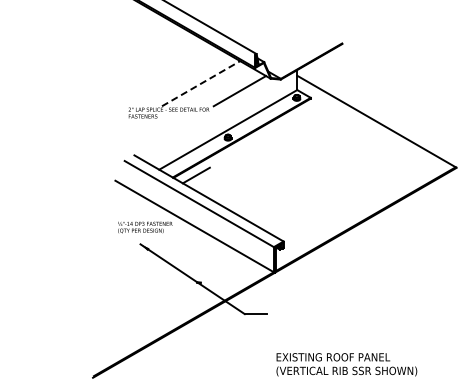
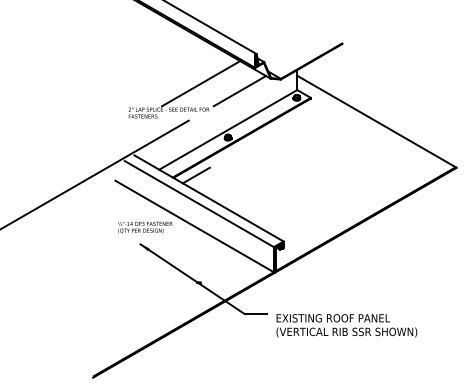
line at (201, 83): dashed -> solid
line at (95, 174): none -> present
text at (346, 364) position: (346, 364) -> (346, 325)
